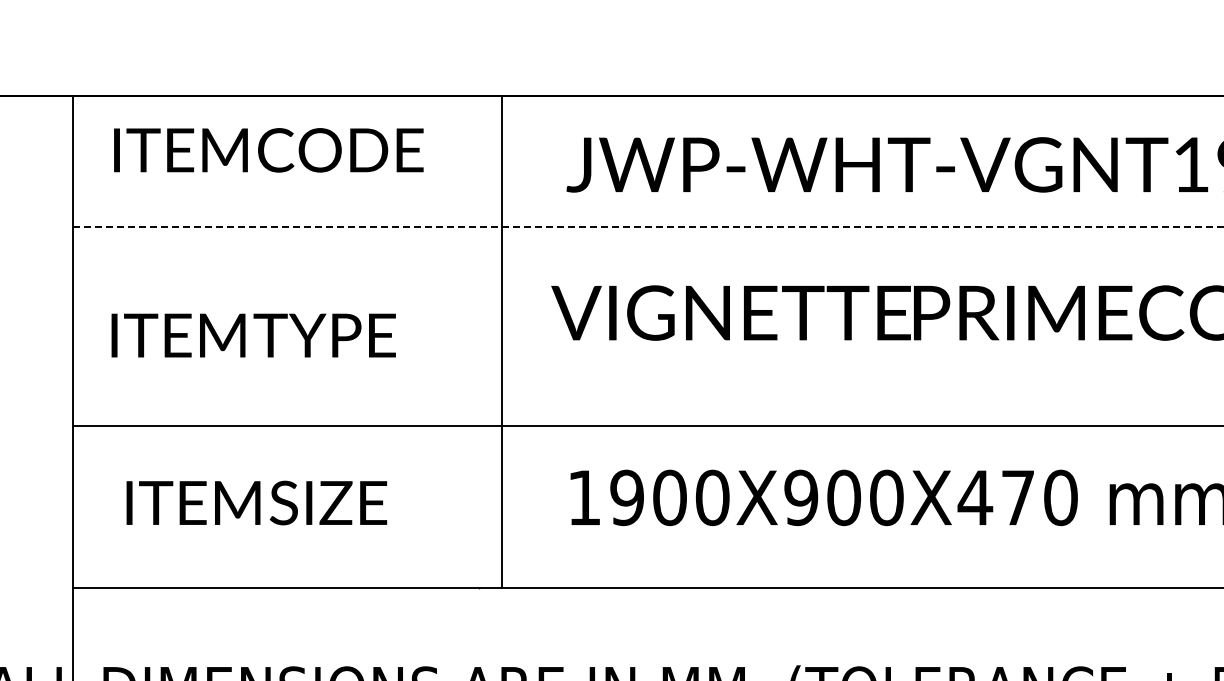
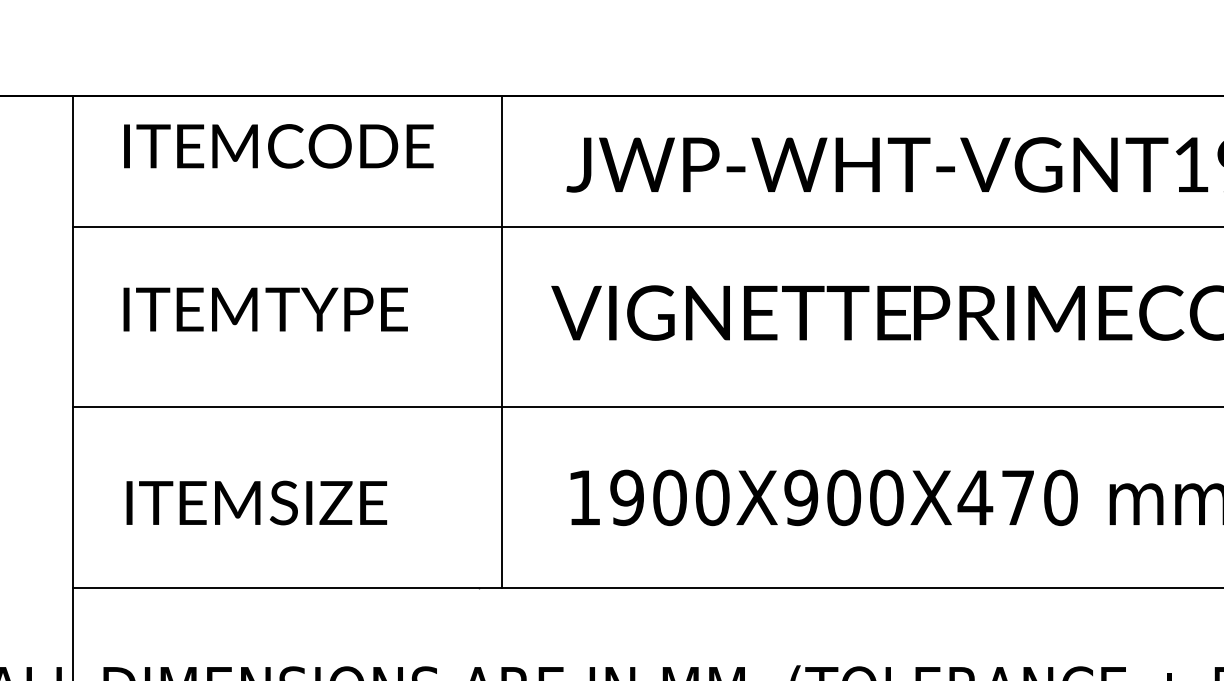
text at (268, 150) position: (268, 150) -> (278, 146)
line at (648, 226): dashed -> solid
text at (253, 335) position: (253, 335) -> (265, 309)
line at (646, 426) position: (646, 426) -> (646, 407)
